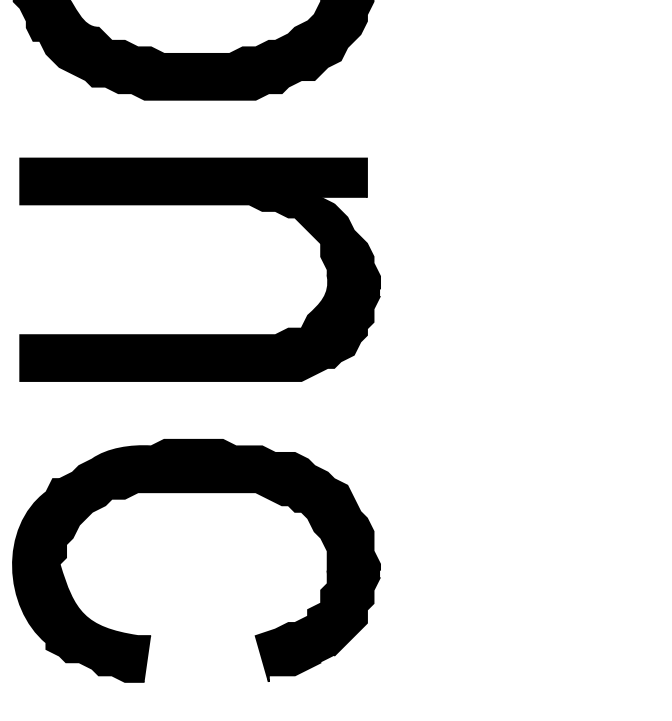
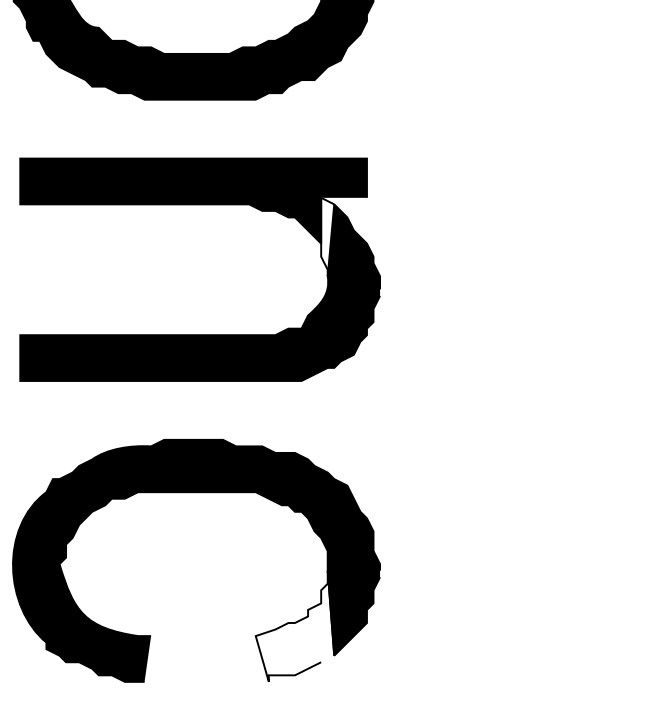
fill at (327, 236): present -> none
fill at (294, 625): present -> none
